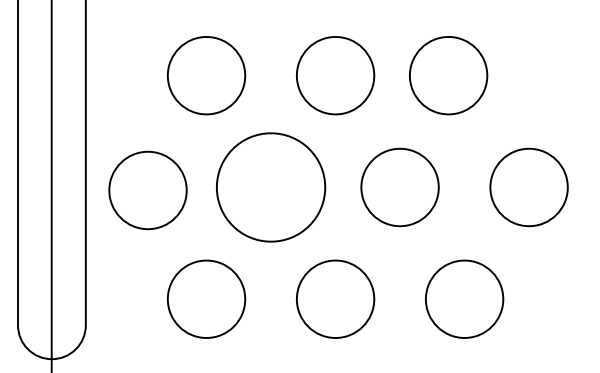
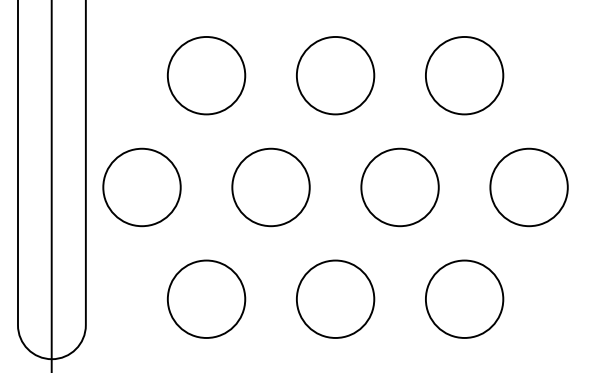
circle at (448, 75) position: (448, 75) -> (464, 75)
circle at (270, 187) diameter: 108 px -> 77 px
circle at (147, 190) position: (147, 190) -> (141, 187)
